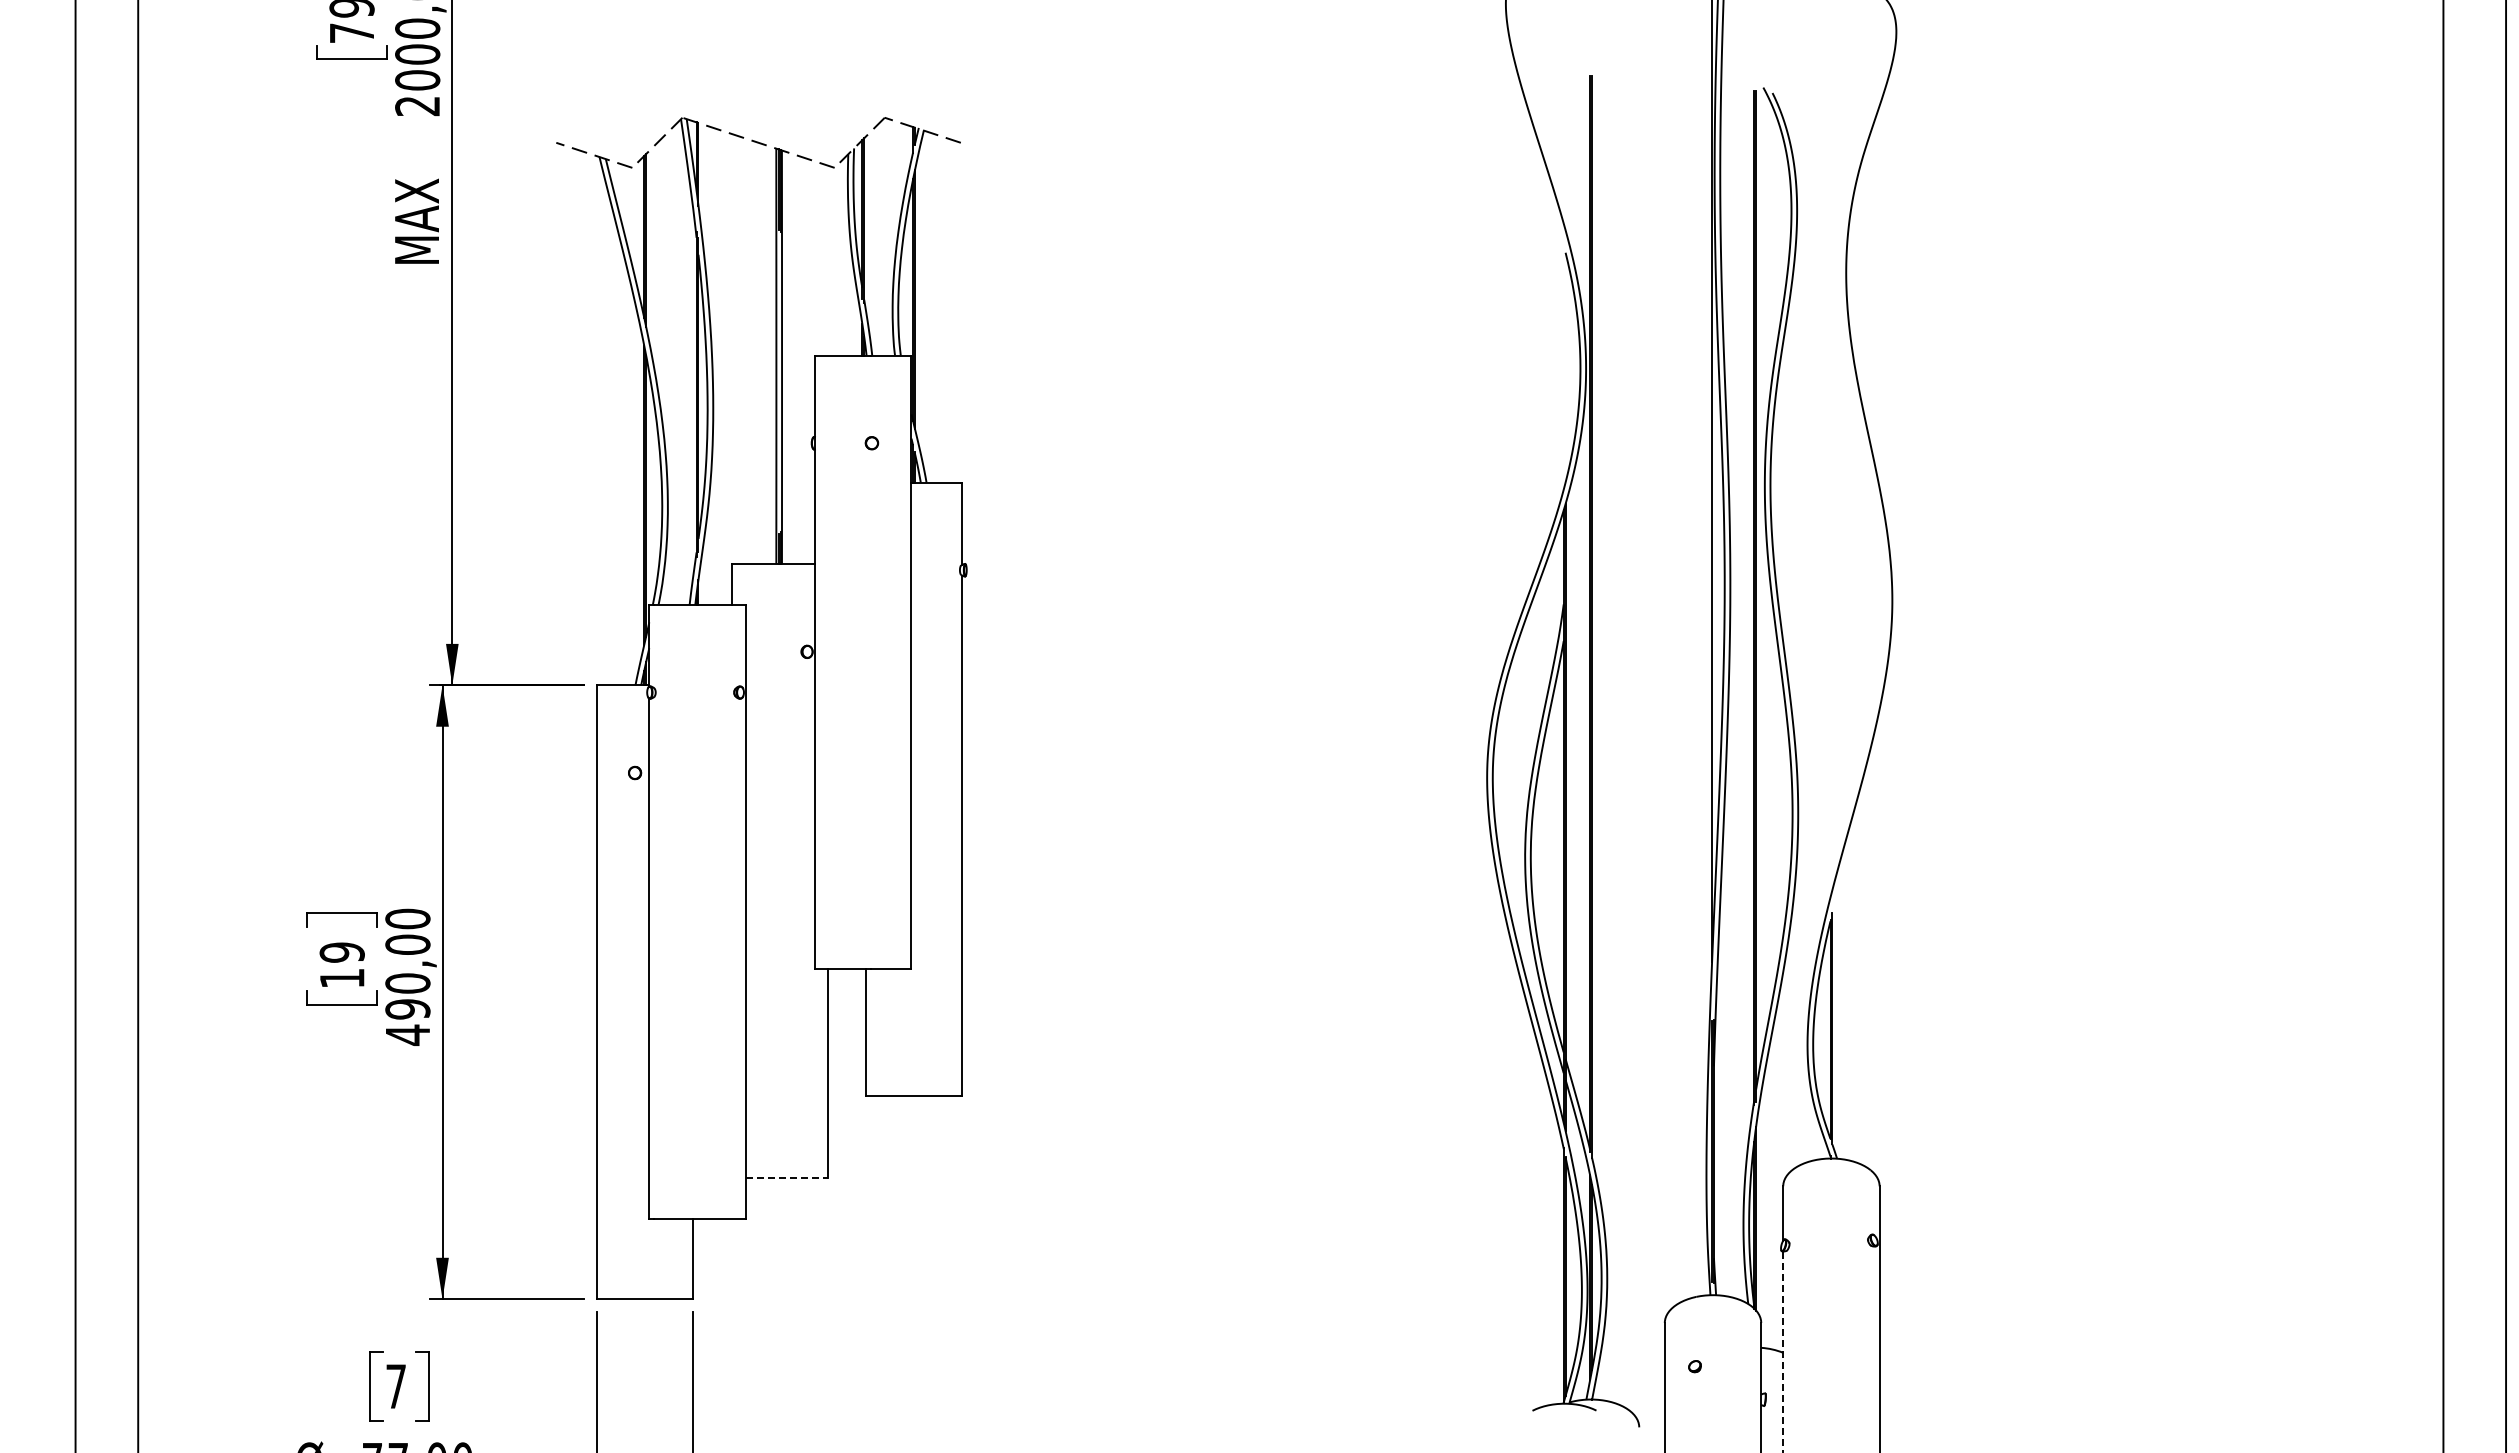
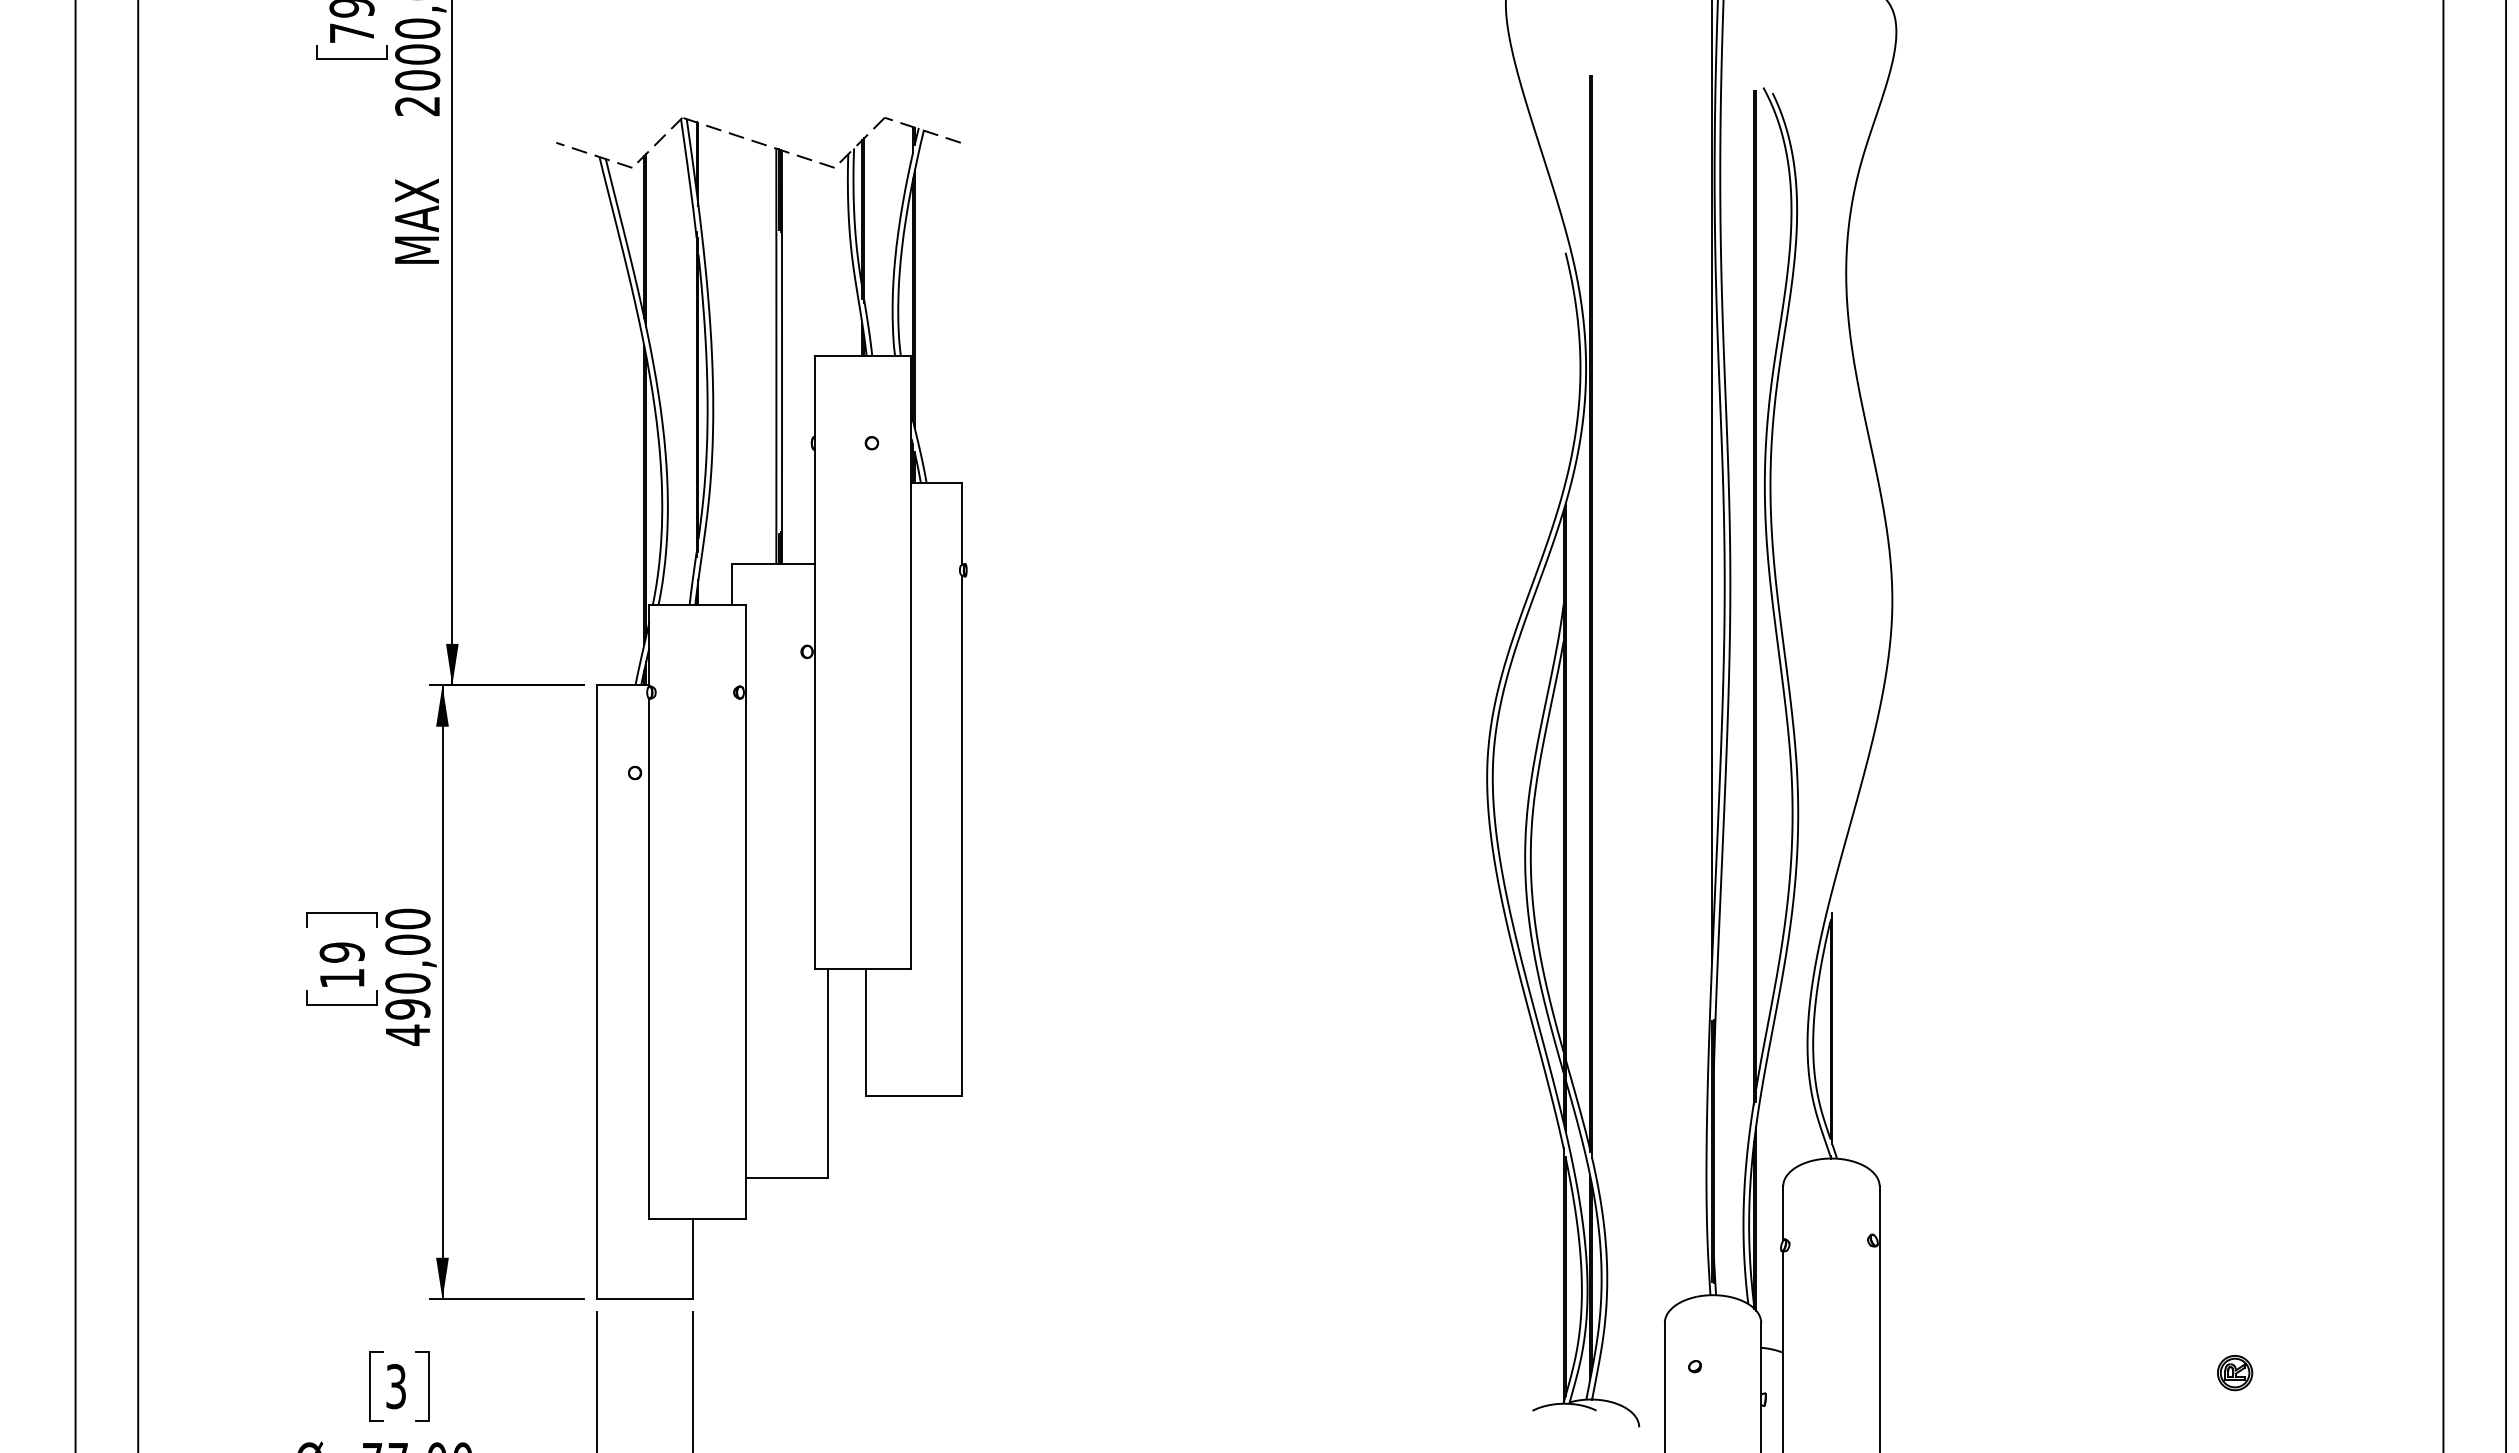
line at (787, 1178): dashed -> solid
line at (1783, 1352): dashed -> solid
part at (2235, 1373): none -> present
text at (395, 1386): 7 -> 3
